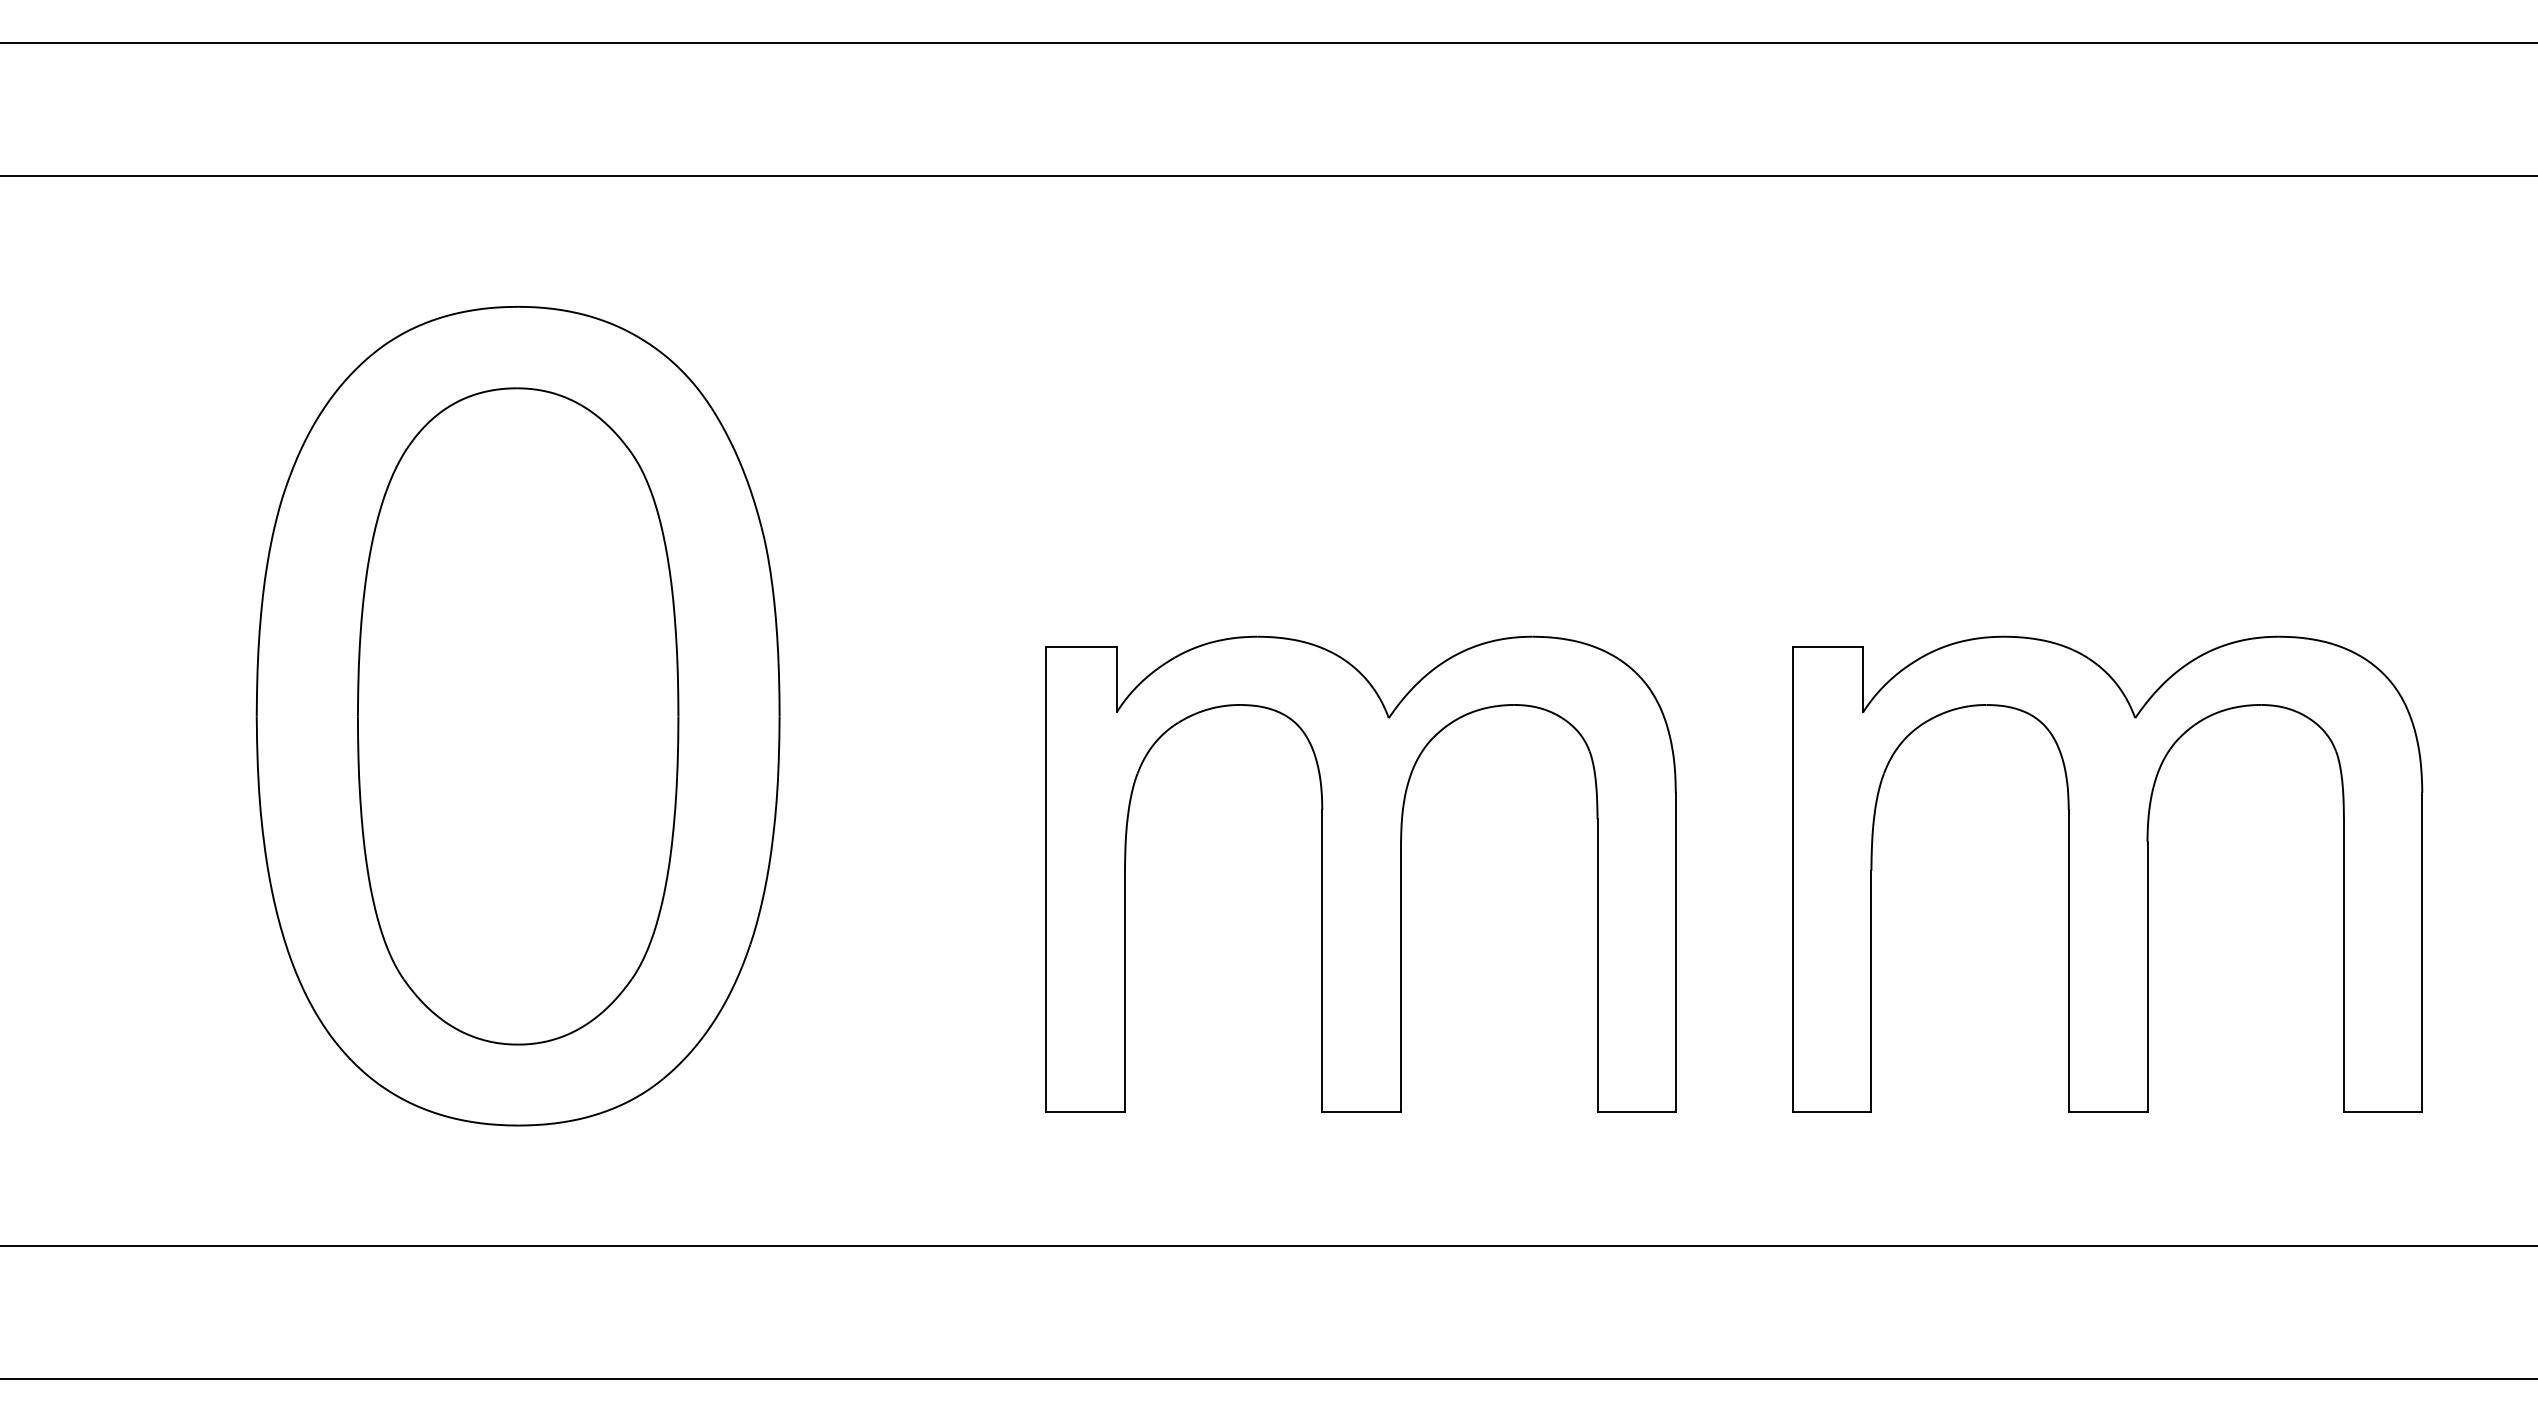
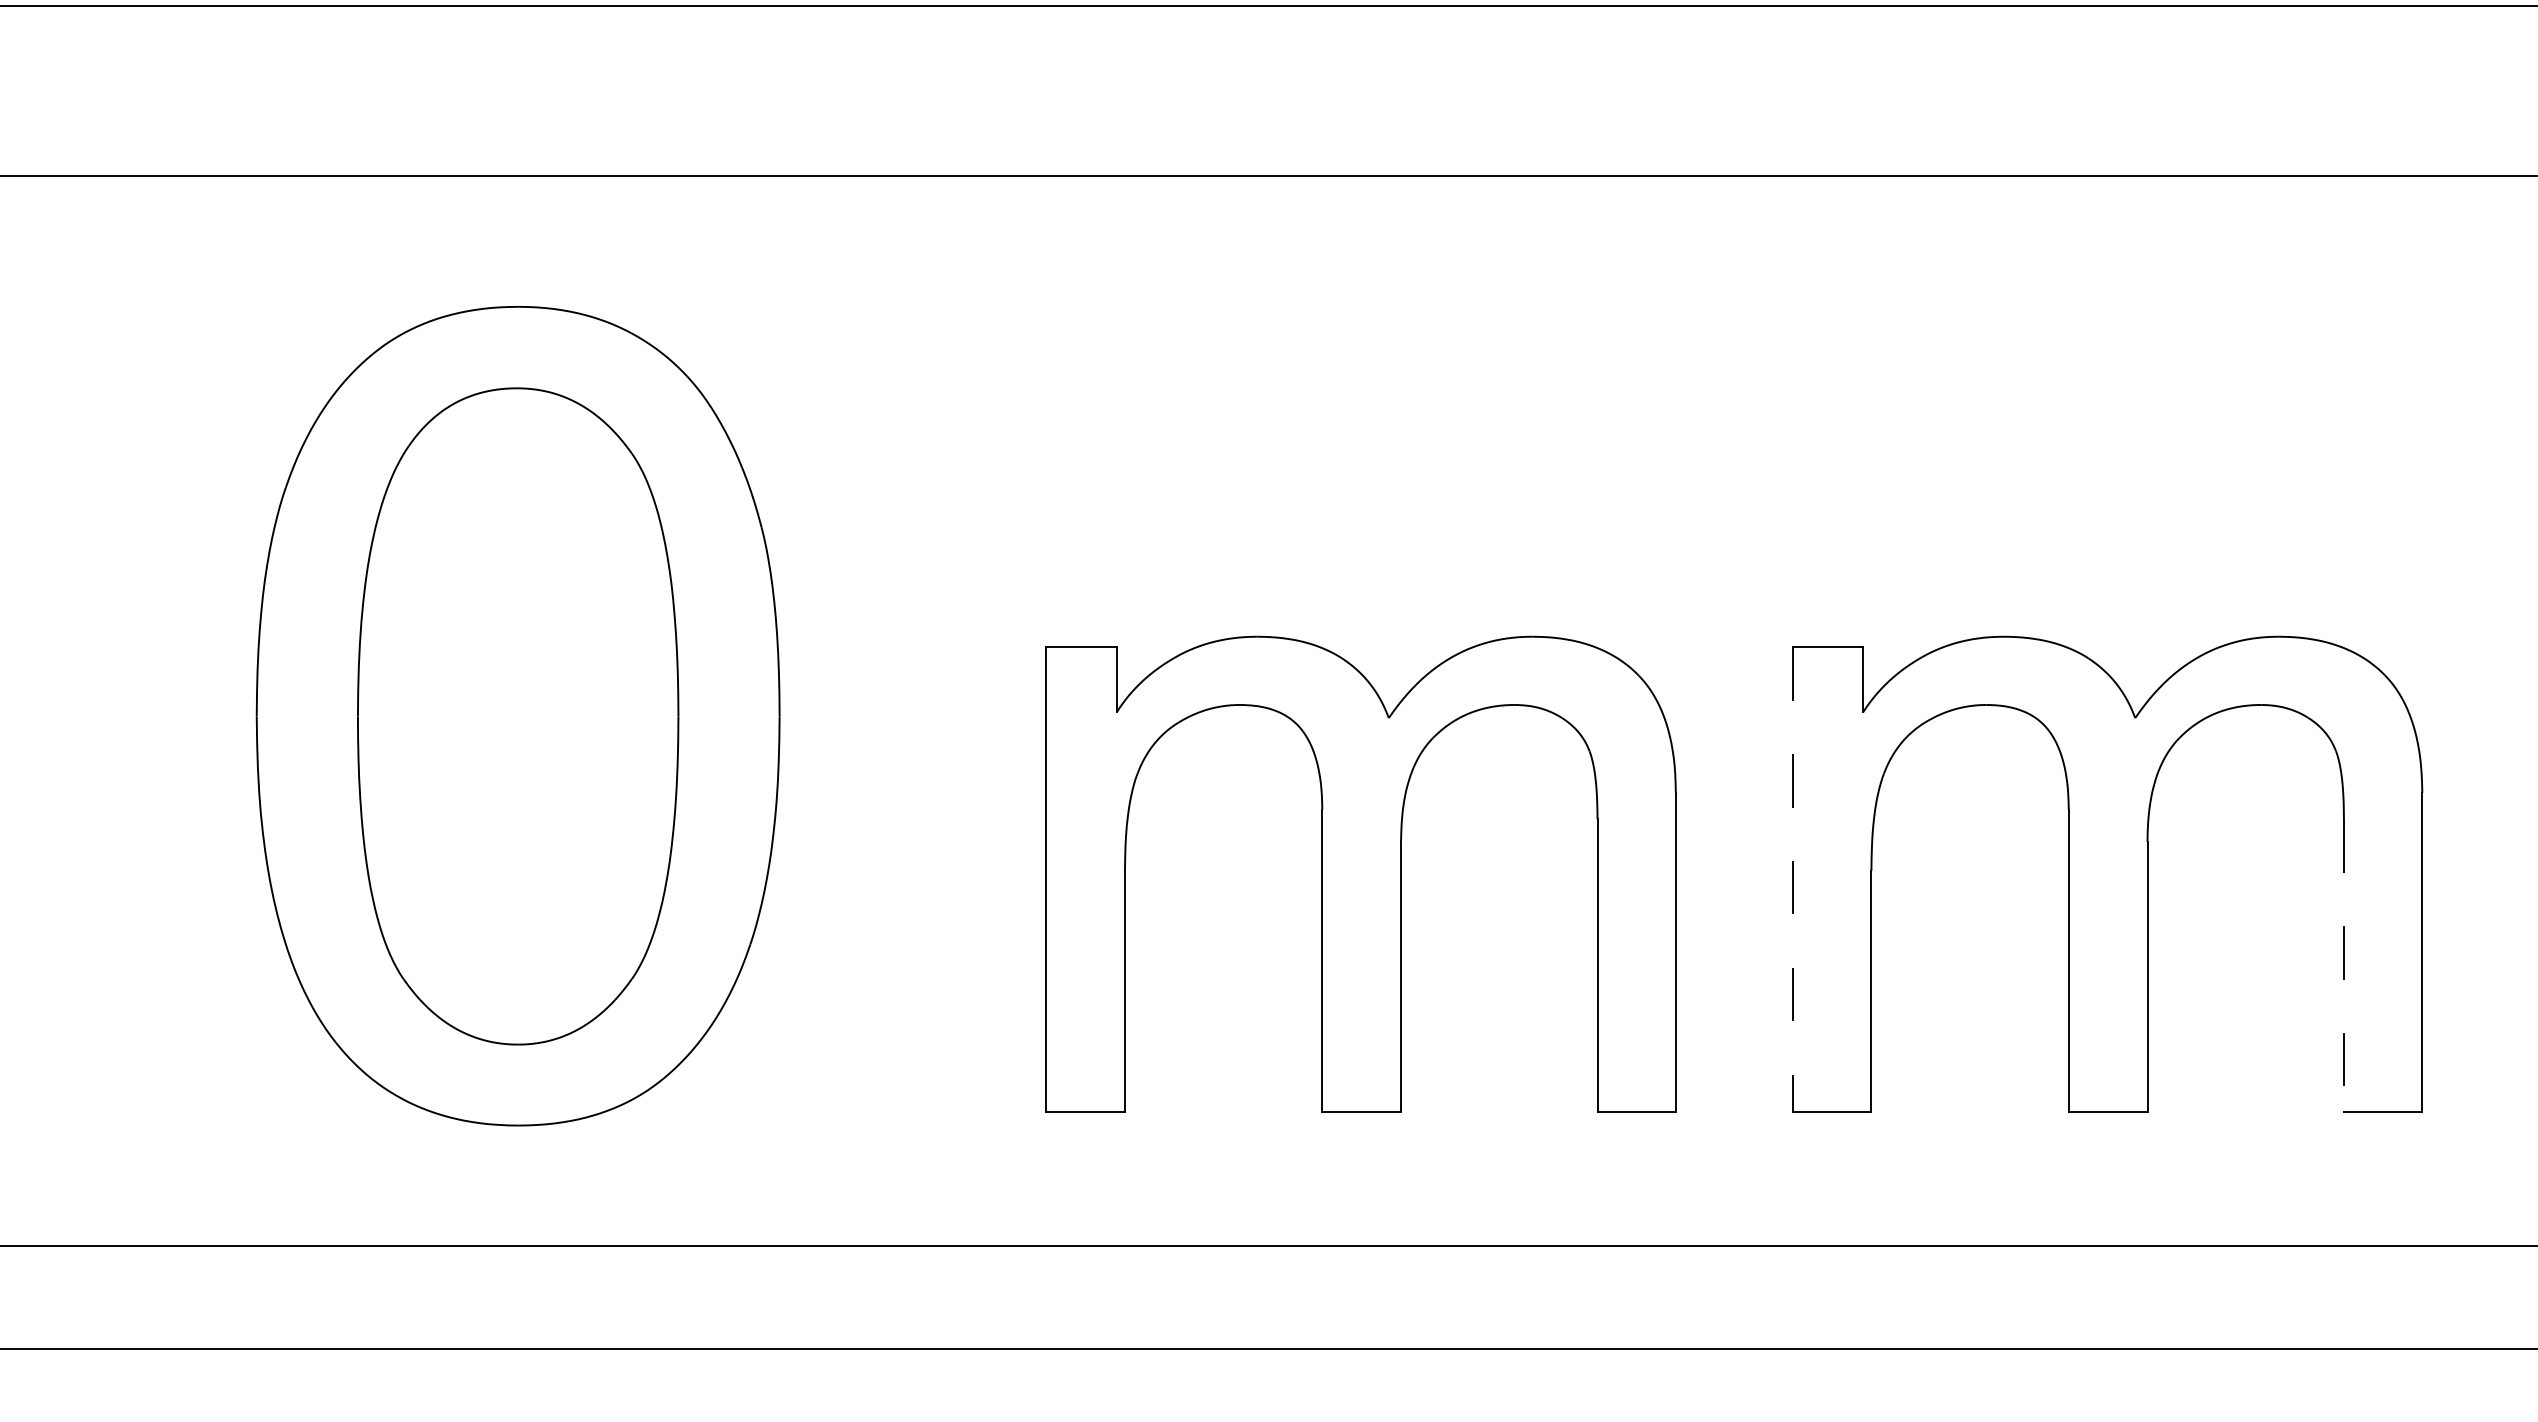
line at (1268, 42) position: (1268, 42) -> (1268, 5)
line at (1792, 880): solid -> dashed
line at (2343, 966): solid -> dashed
line at (1268, 1379) position: (1268, 1379) -> (1268, 1349)
